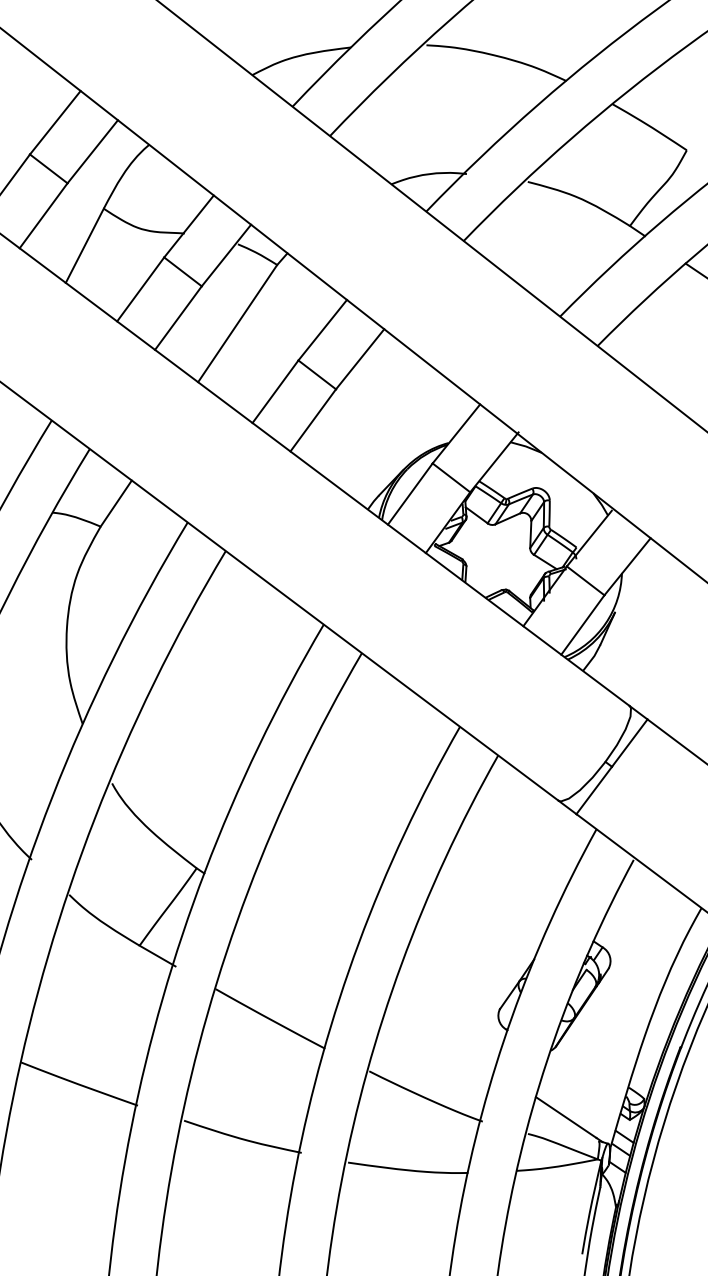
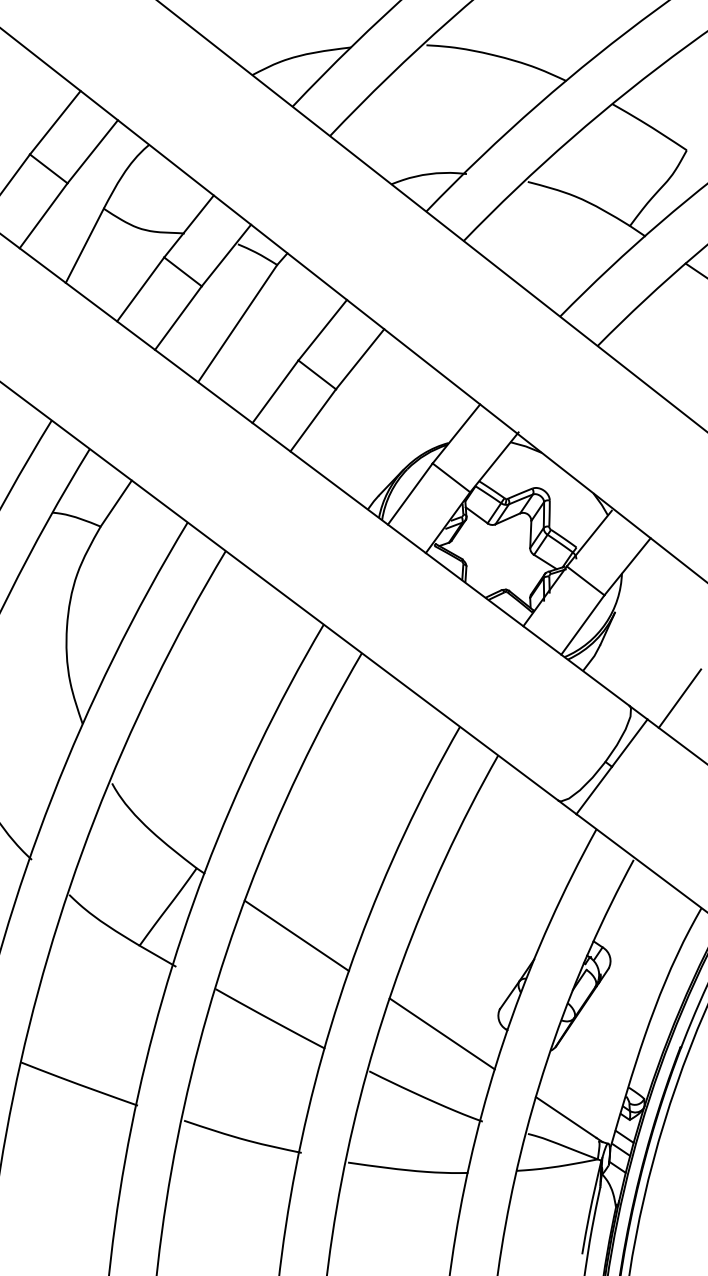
line at (679, 698): none -> present
line at (296, 935): none -> present
line at (441, 1033): none -> present
